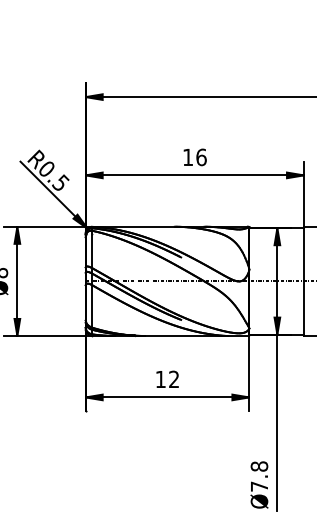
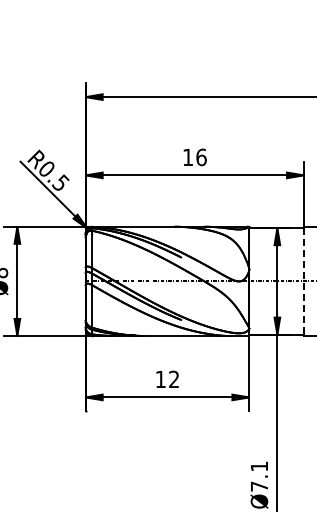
line at (304, 281): solid -> dashed
text at (259, 466): Ø7.8 -> Ø7.1
